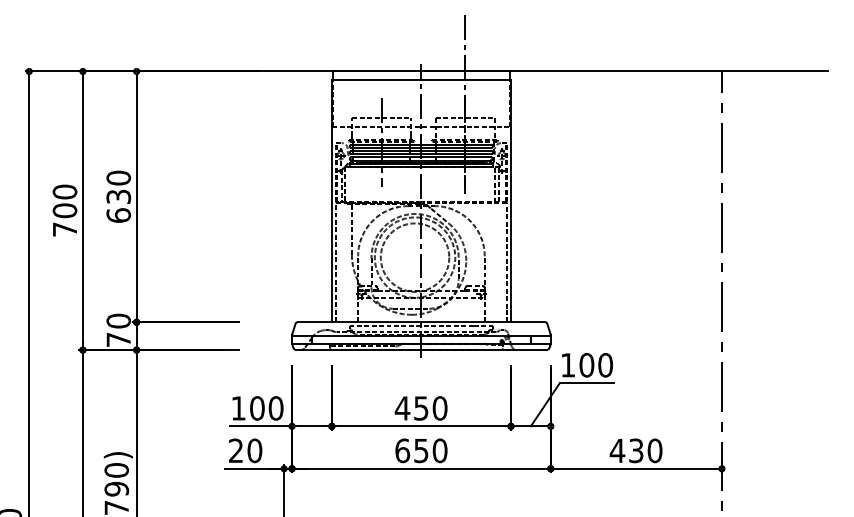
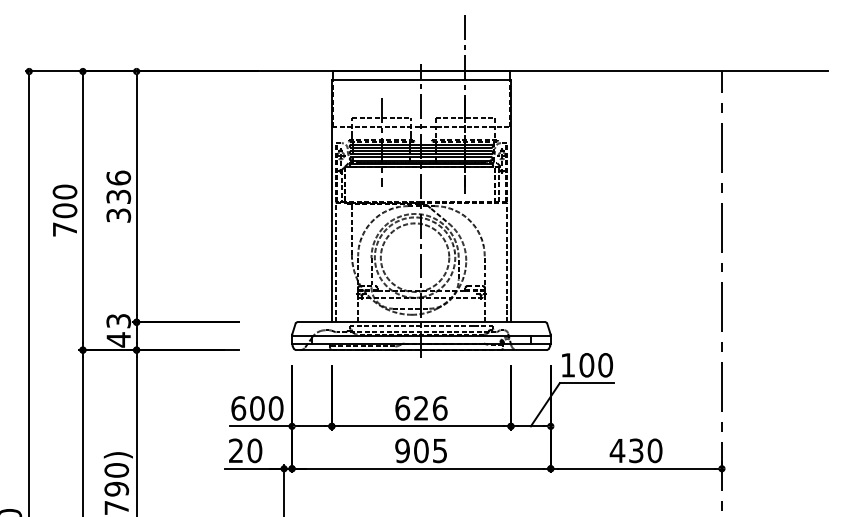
text at (118, 196): 630 -> 336
text at (118, 330): 70 -> 43
text at (238, 408): 100 -> 600
text at (420, 408): 450 -> 626
text at (421, 450): 650 -> 905
